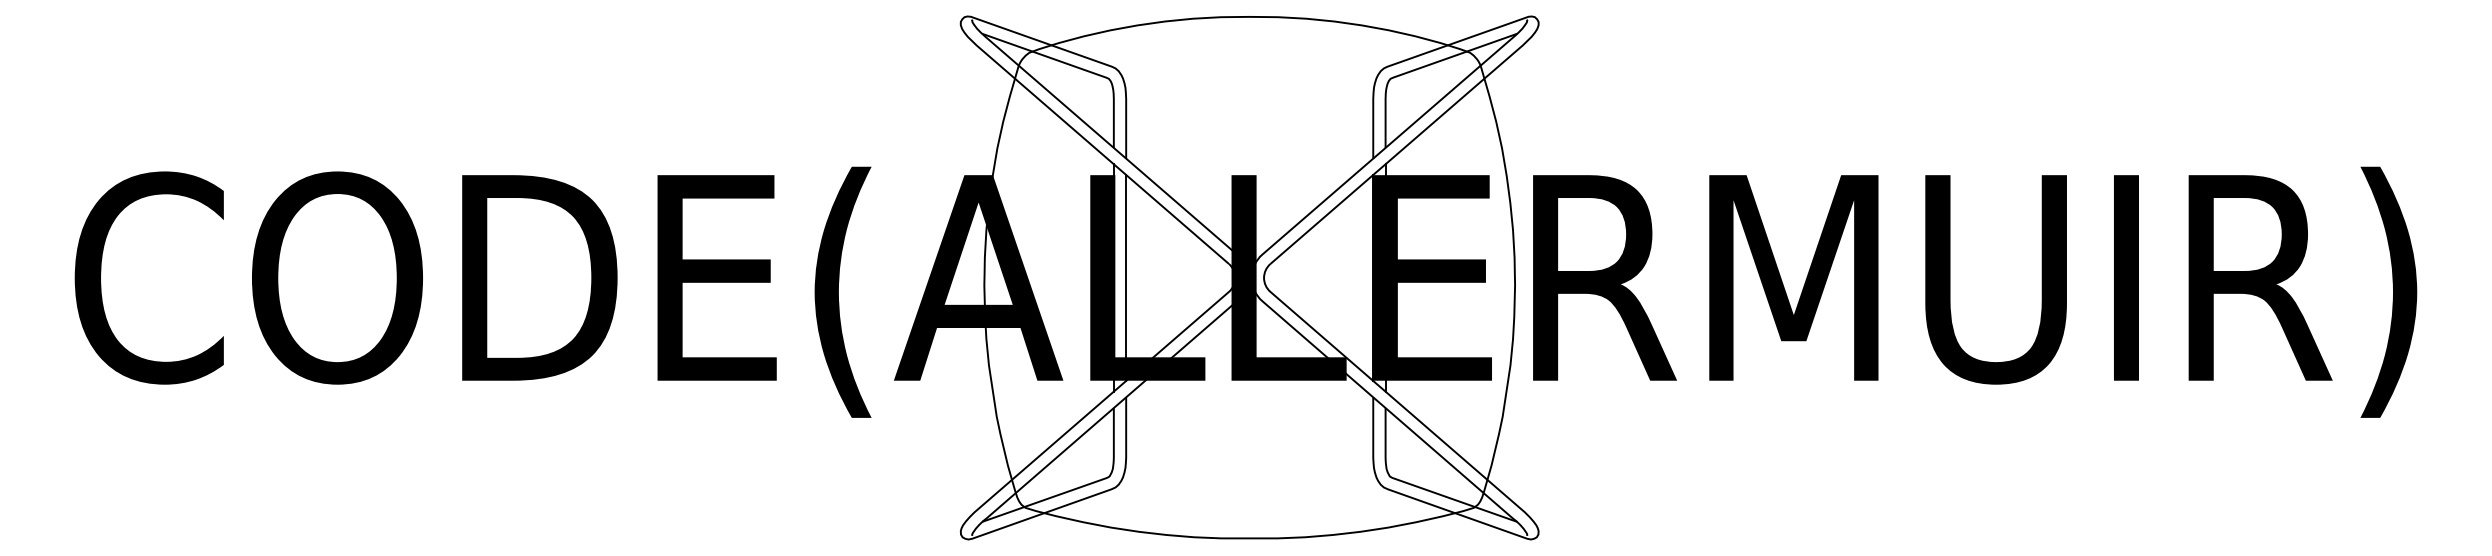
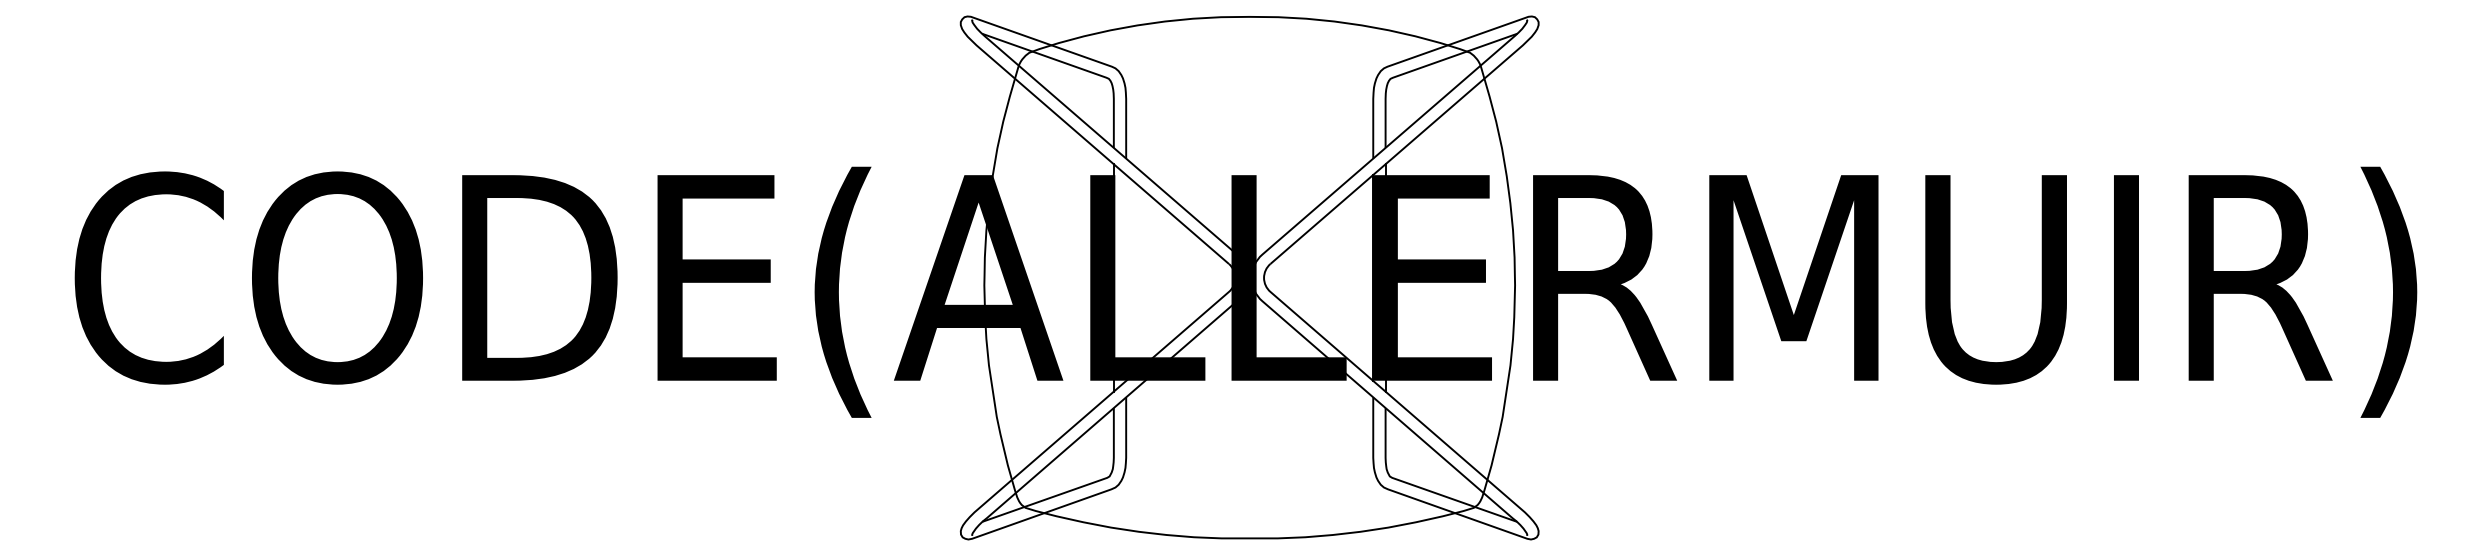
line at (1126, 277): present -> none
